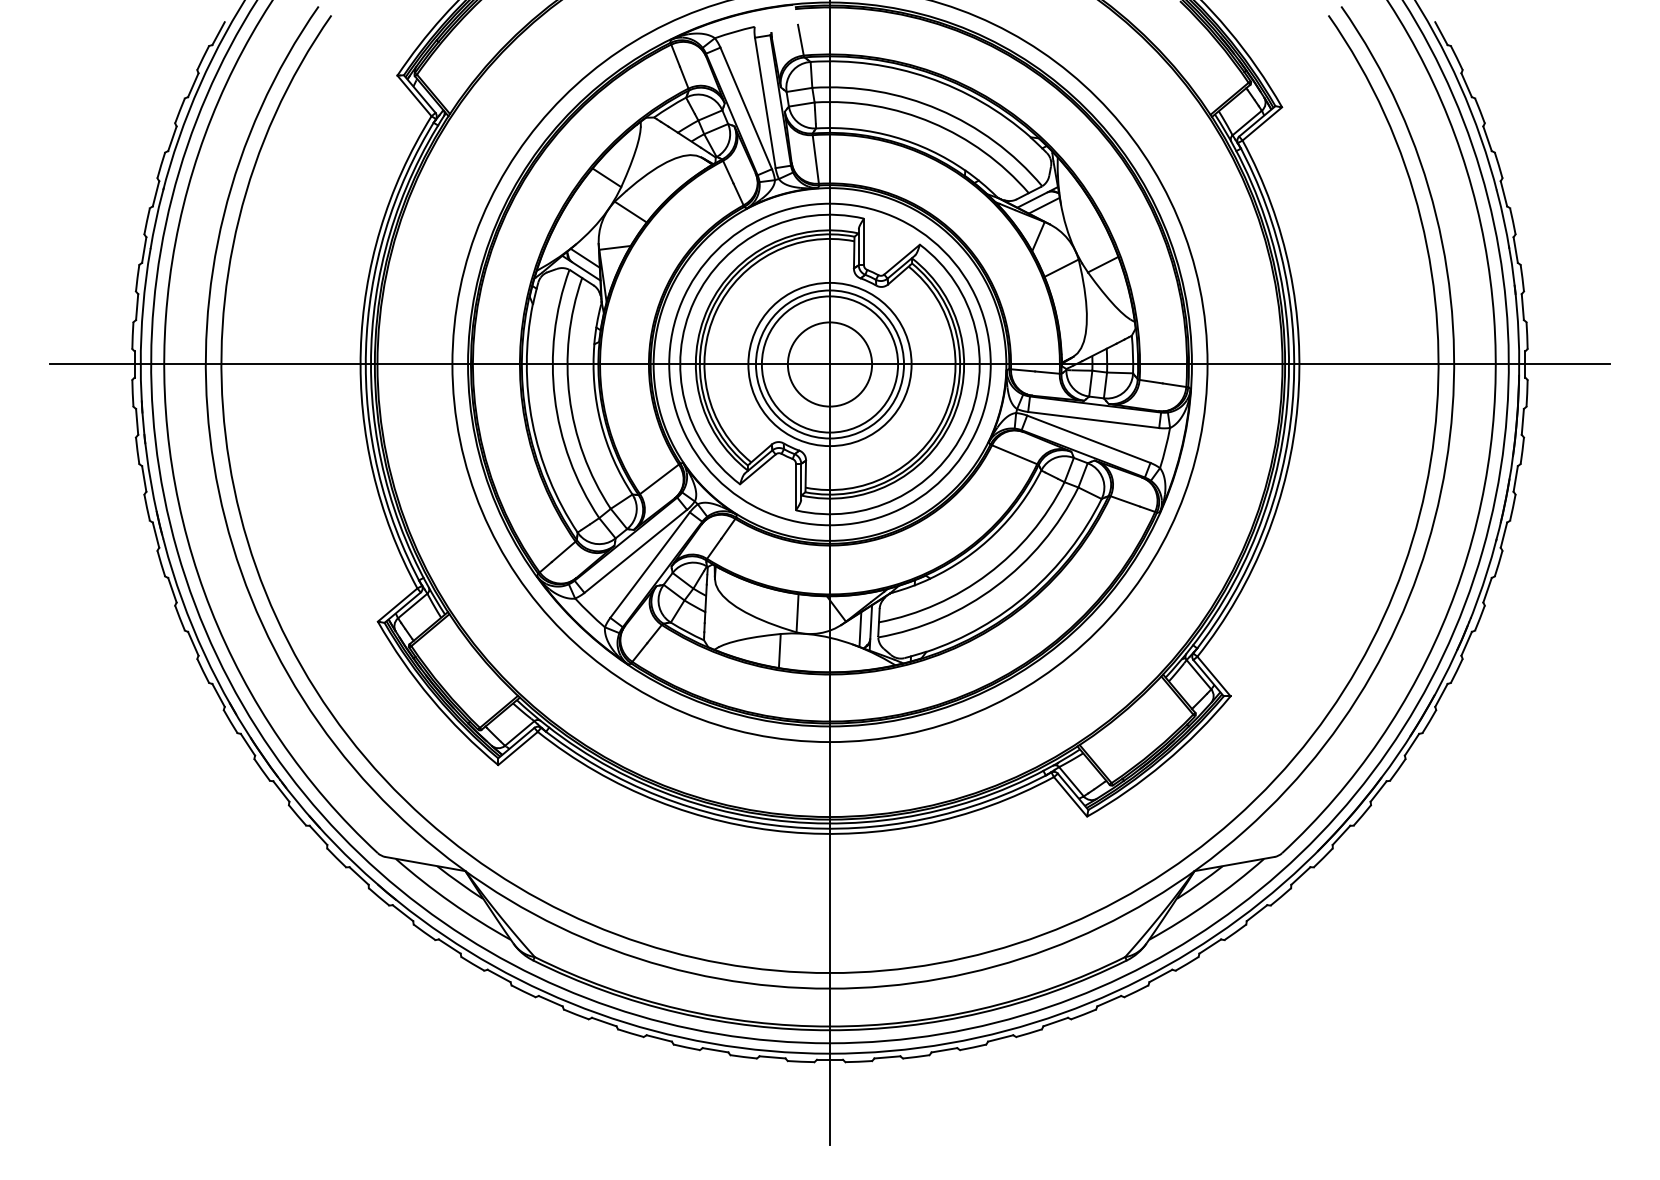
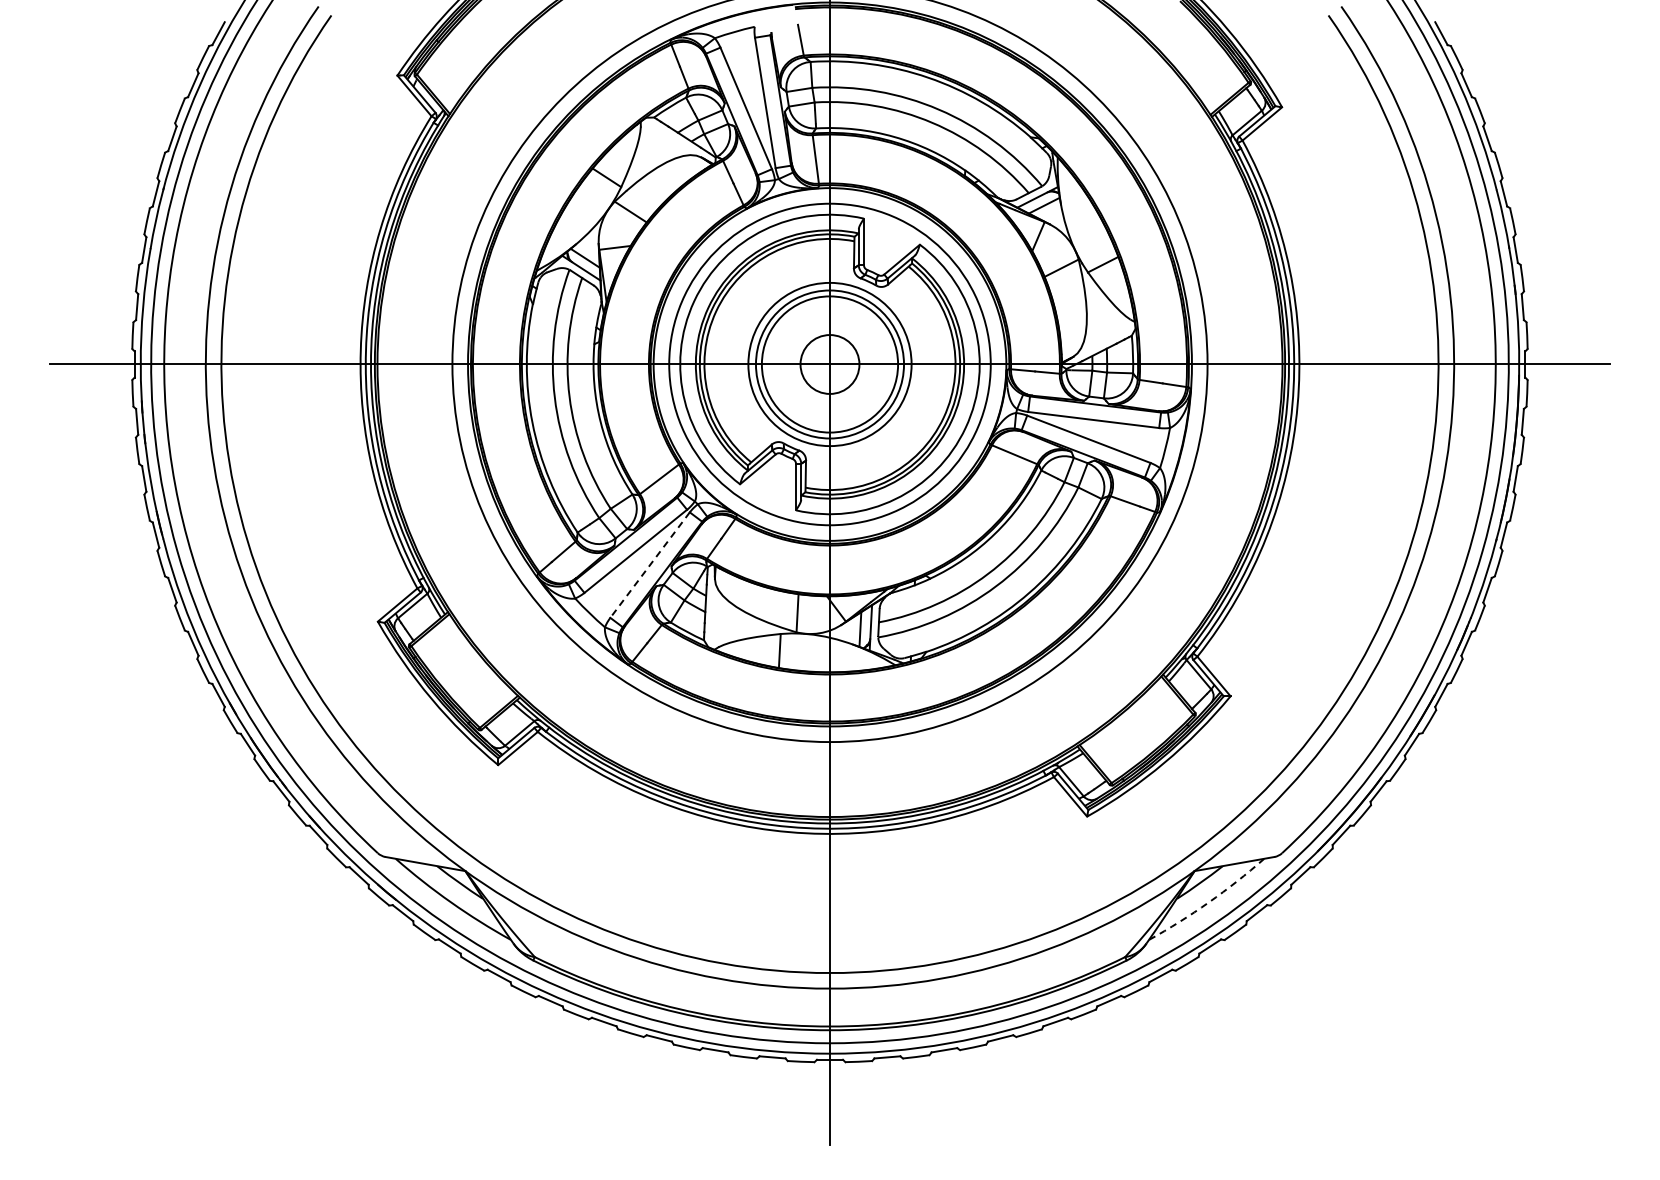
circle at (829, 364) diameter: 84 px -> 59 px
line at (649, 565): solid -> dashed
arc at (1208, 902): solid -> dashed
